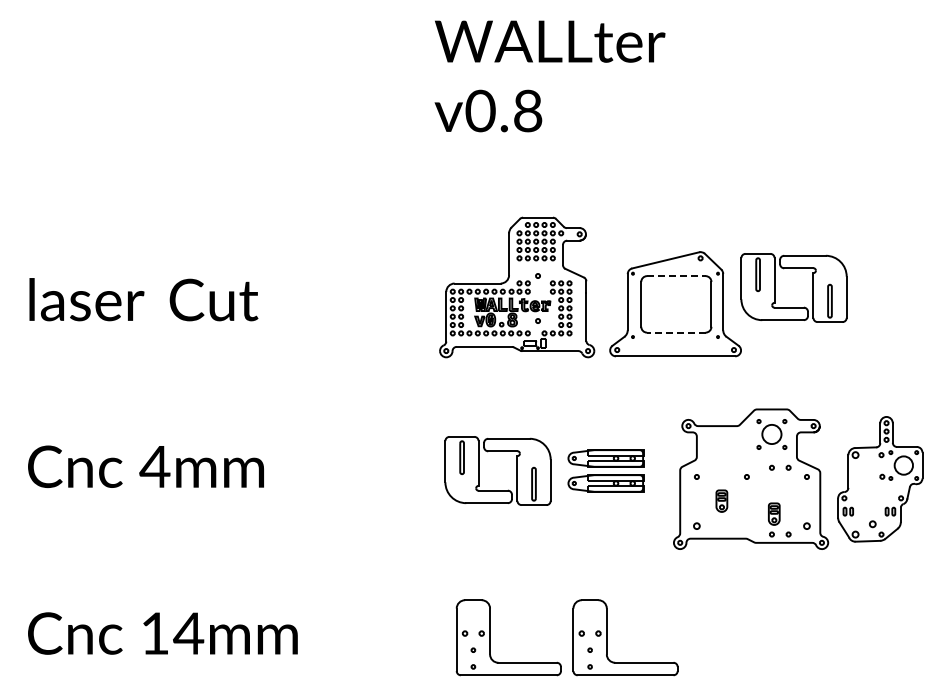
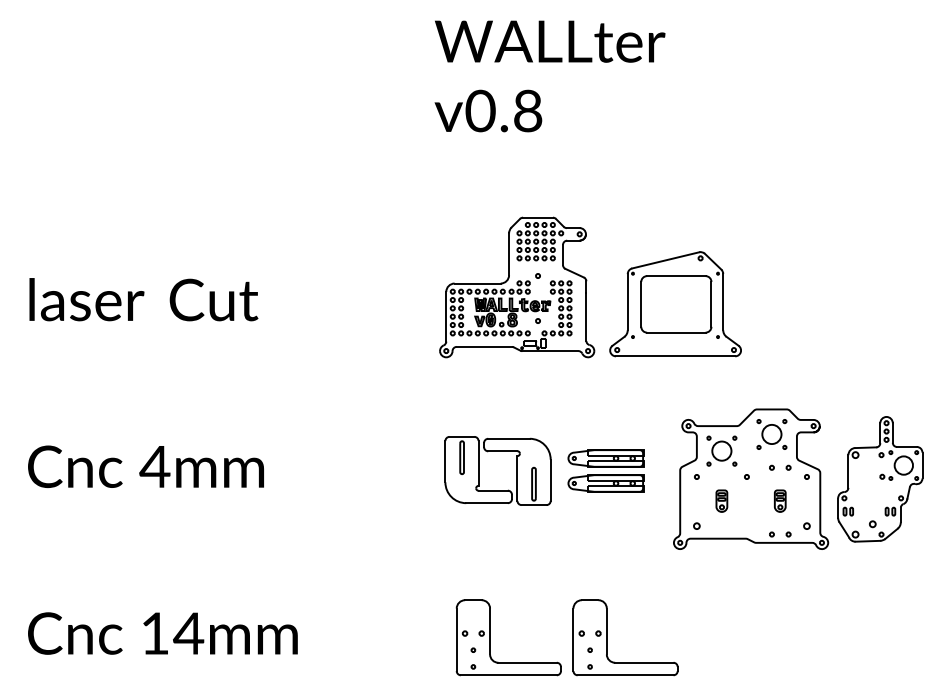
line at (676, 276): dashed -> solid
part at (775, 287): present -> none
line at (675, 332): dashed -> solid
part at (721, 450): none -> present
part at (774, 513) position: (774, 513) -> (780, 500)
